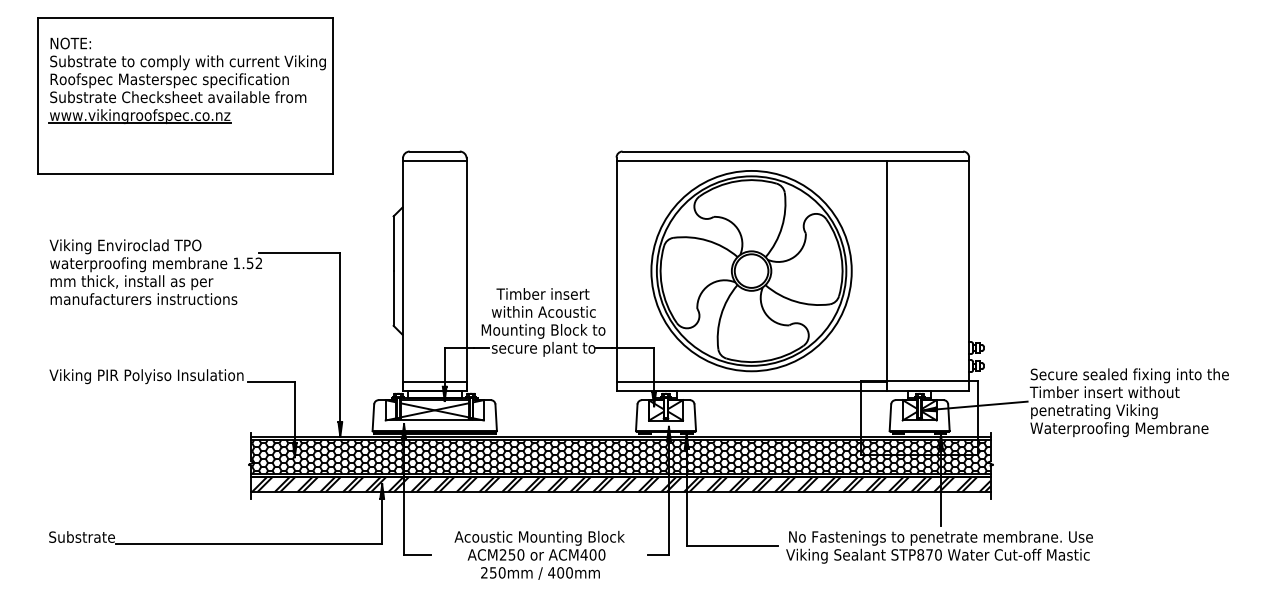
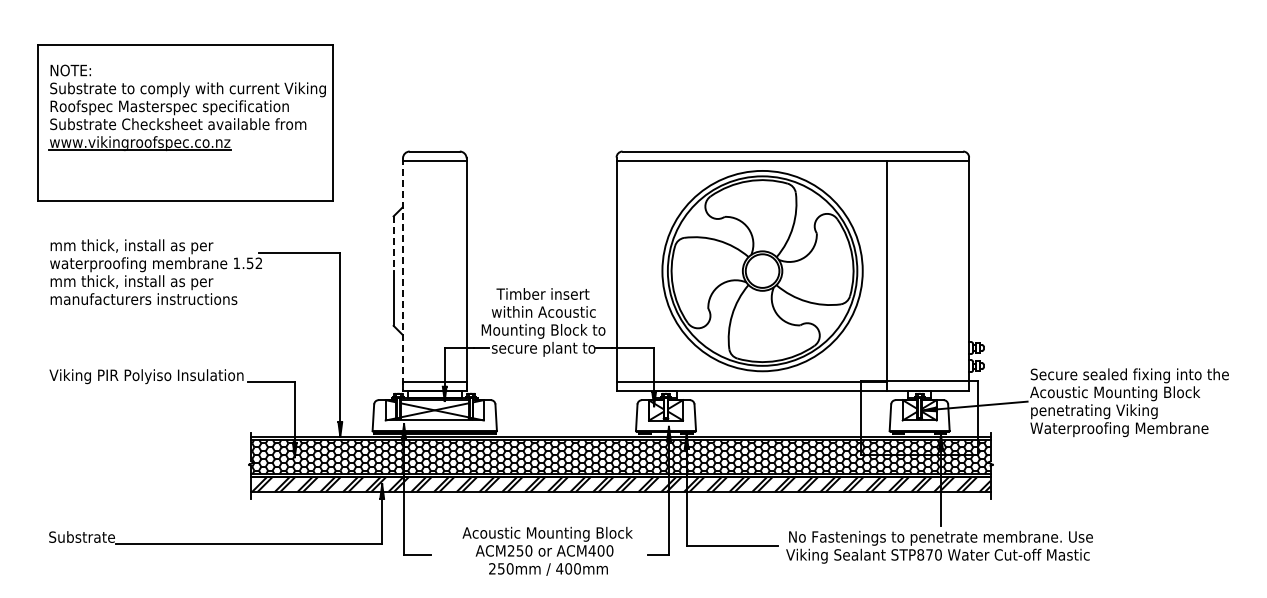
part at (185, 95) position: (185, 95) -> (185, 122)
line at (393, 244): solid -> dashed
text at (131, 246): Viking Enviroclad TPO -> mm thick, install as per
part at (751, 271) position: (751, 271) -> (762, 271)
line at (403, 275): solid -> dashed
text at (1114, 393): Timber insert without -> Acoustic Mounting Block
text at (539, 554) position: (539, 554) -> (547, 550)
